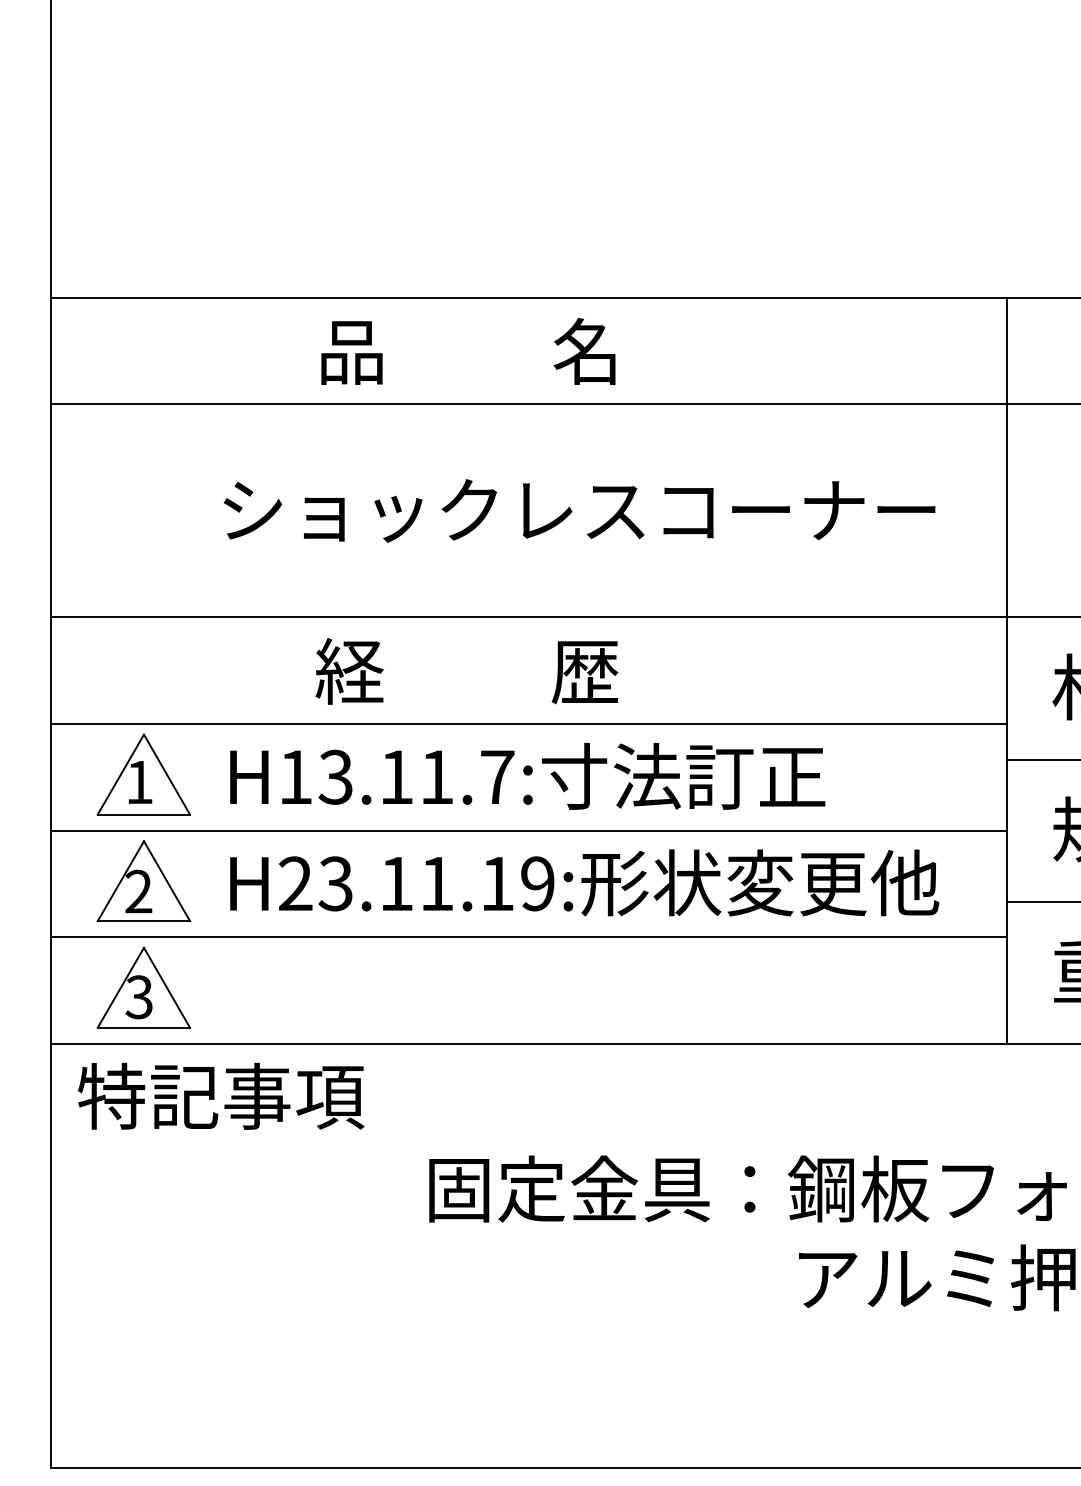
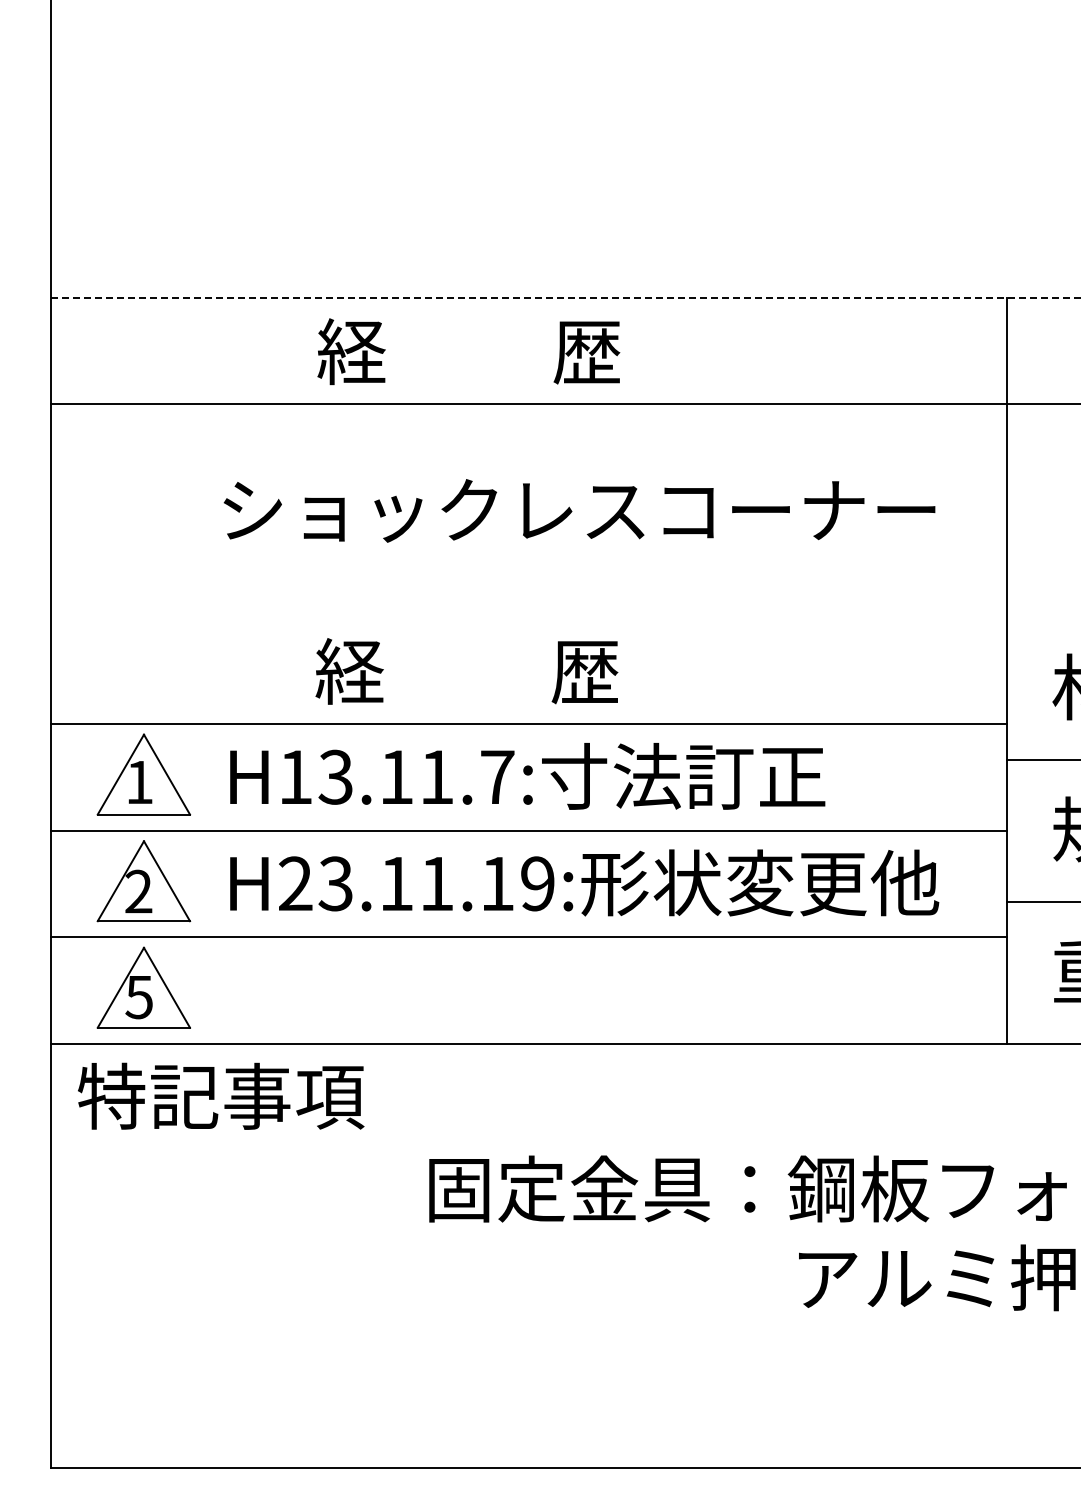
line at (565, 297): solid -> dashed
text at (468, 351): 品          名 -> 経          歴
line at (563, 617): present -> none
text at (138, 996): 3 -> 5
